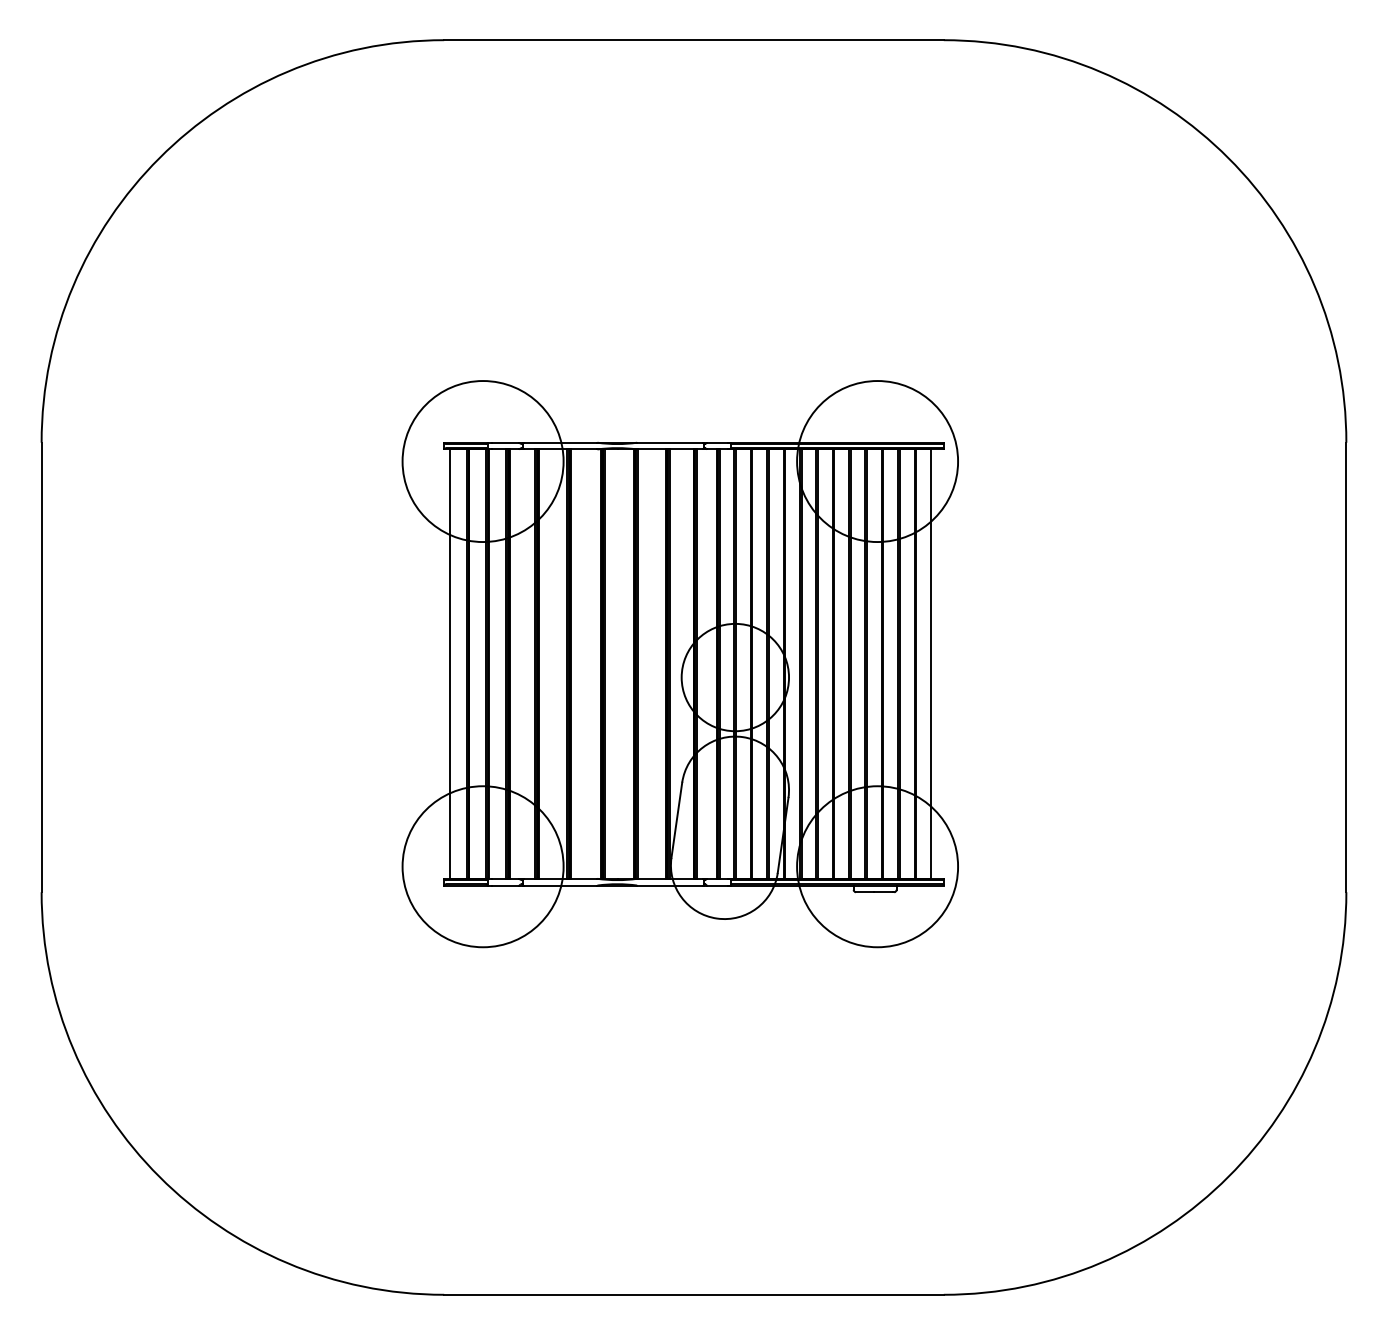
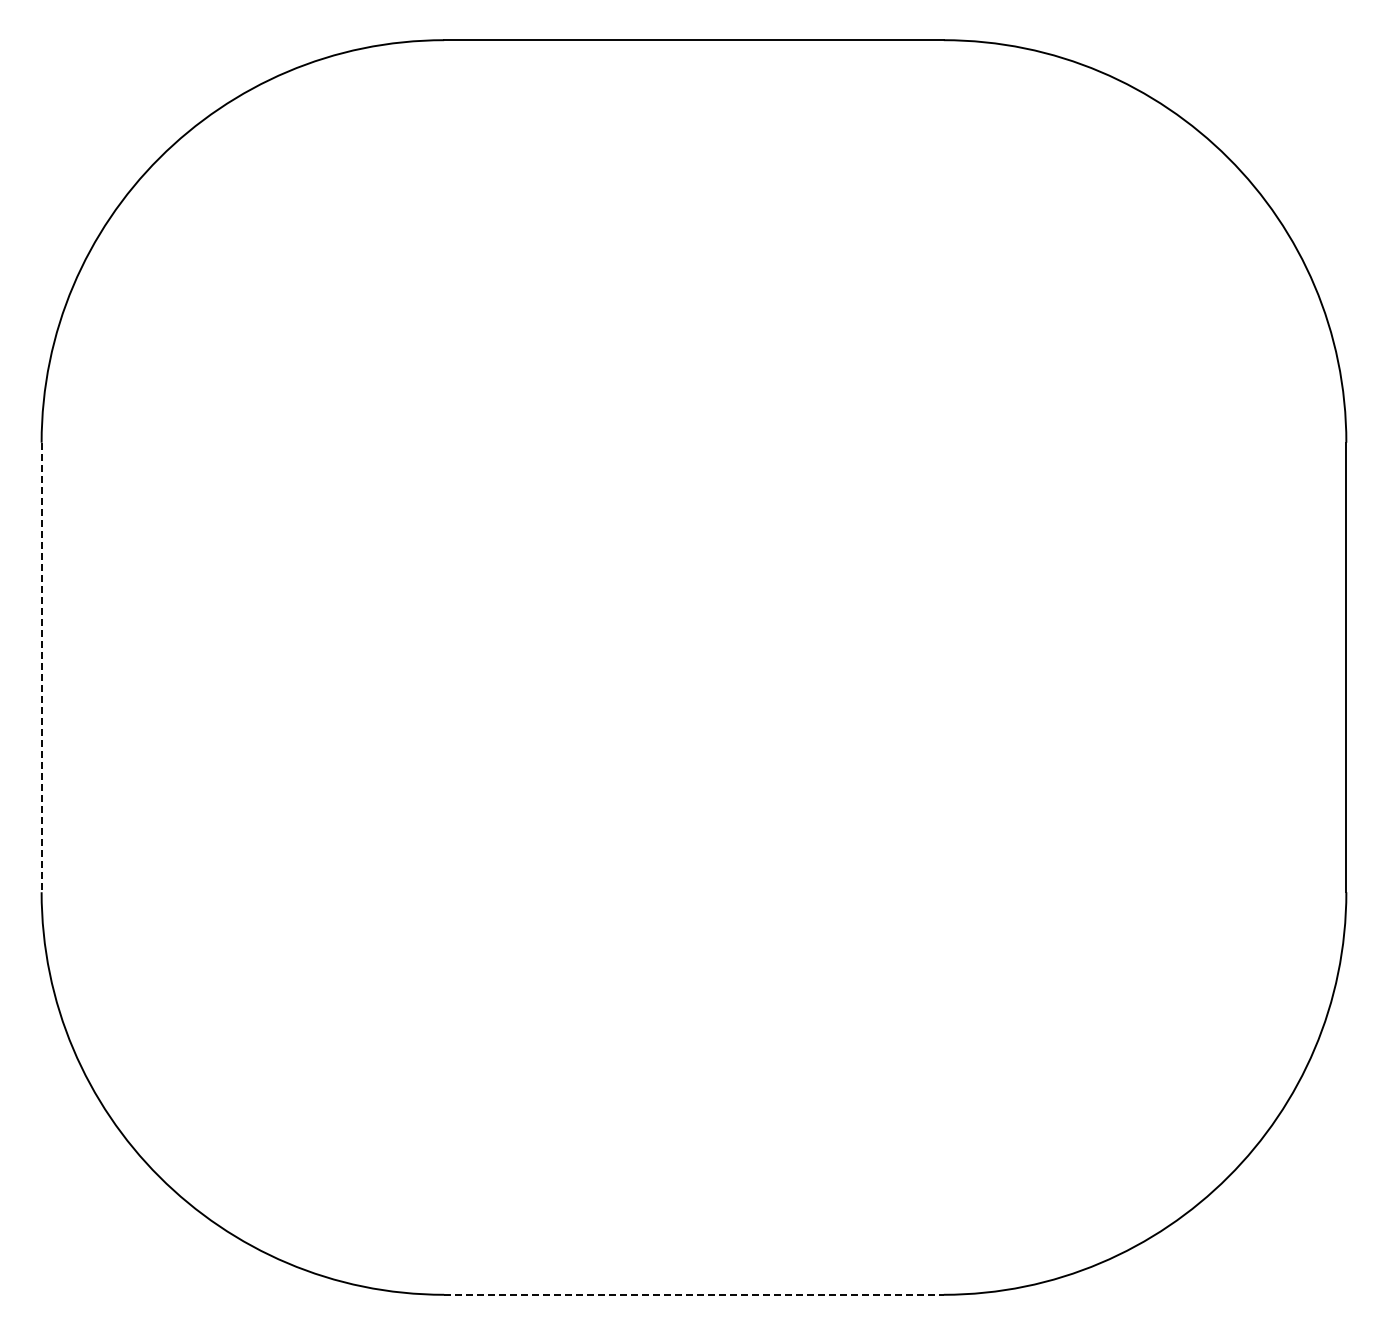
part at (679, 664): present -> none
line at (41, 667): solid -> dashed
line at (694, 1294): solid -> dashed
